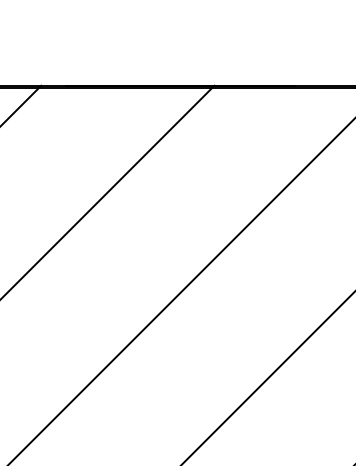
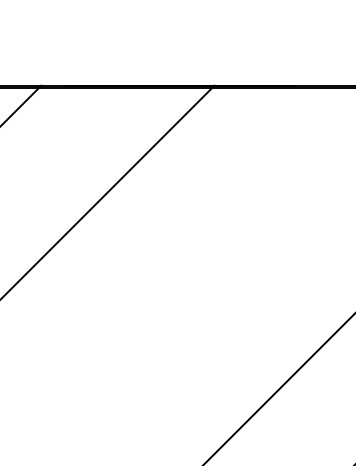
line at (181, 291): present -> none
line at (268, 377) position: (268, 377) -> (278, 389)
